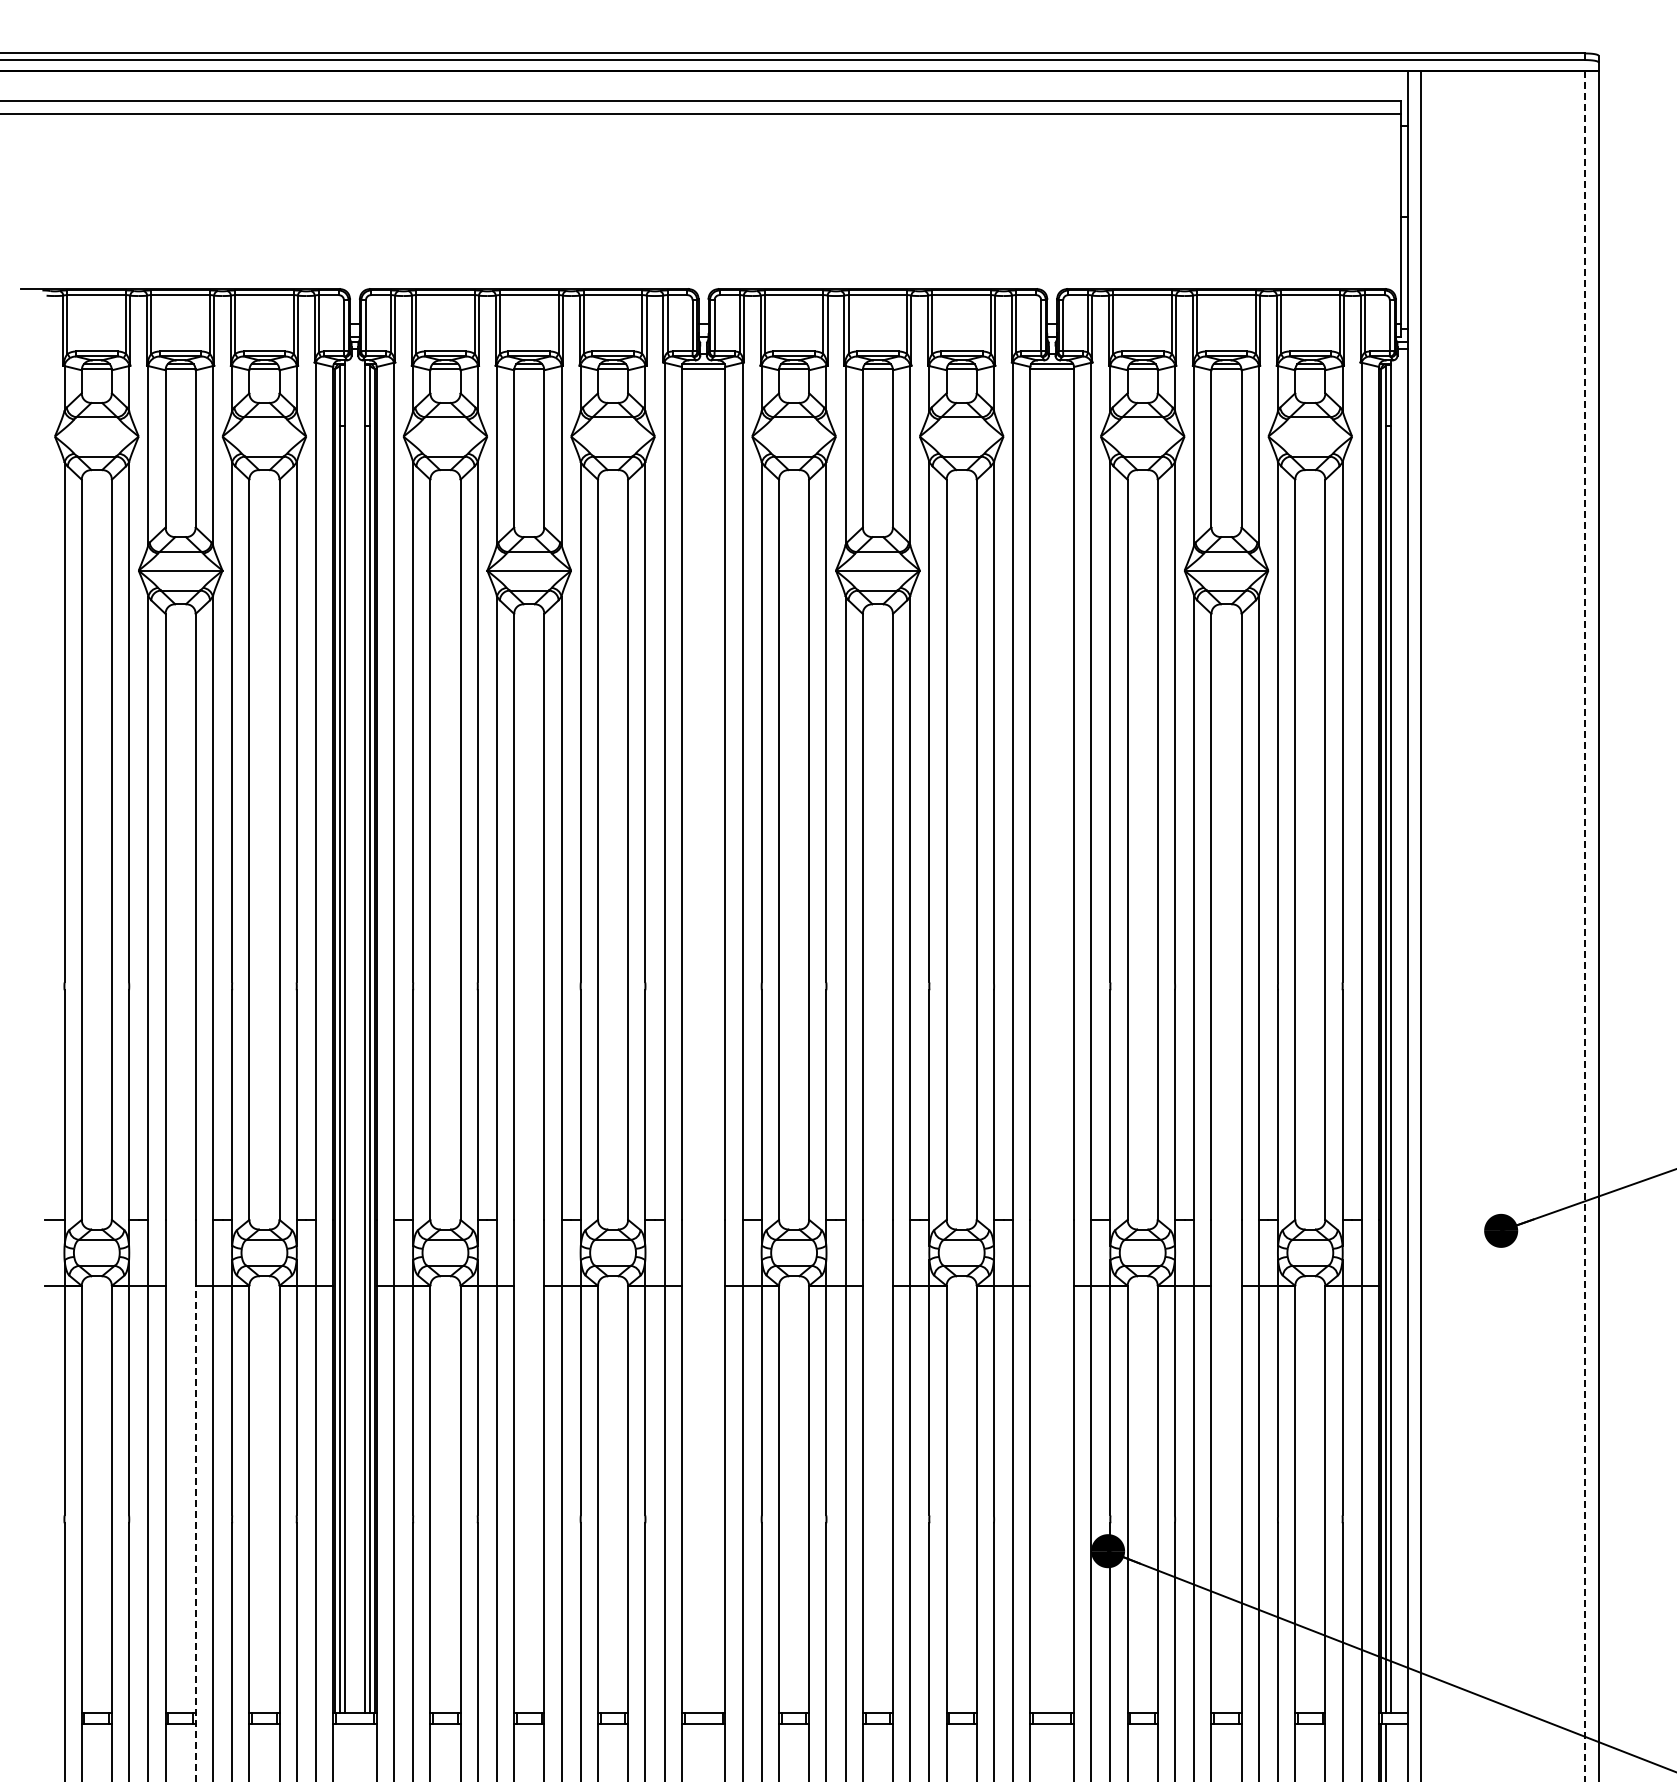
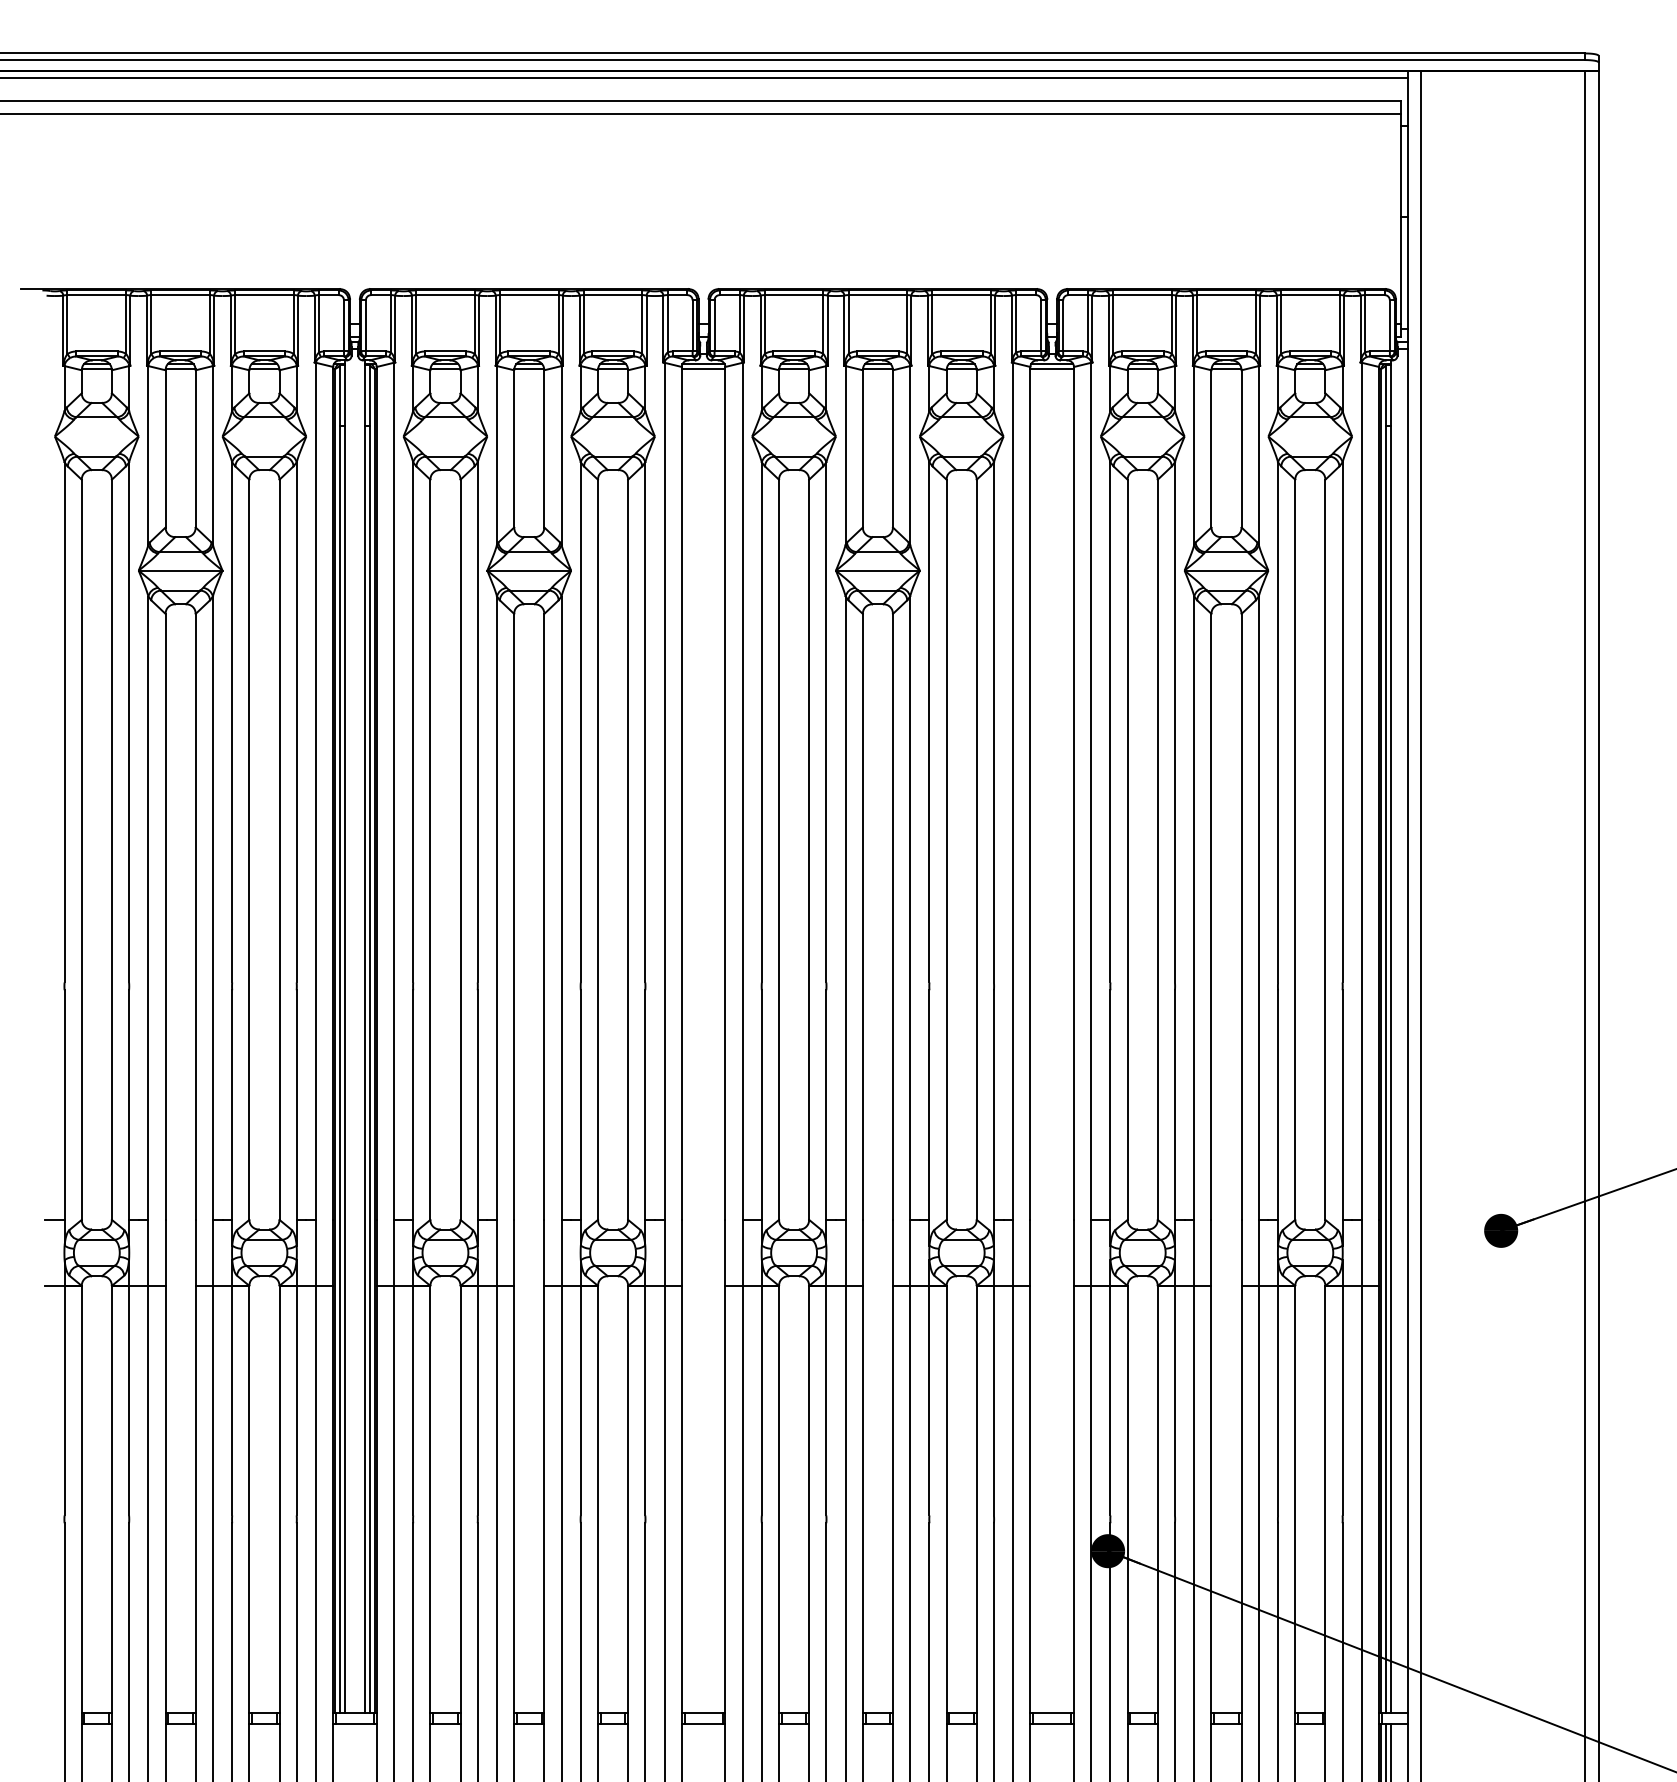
line at (704, 77): none -> present
line at (1585, 926): dashed -> solid
line at (195, 1533): dashed -> solid
line at (1390, 1750): none -> present
